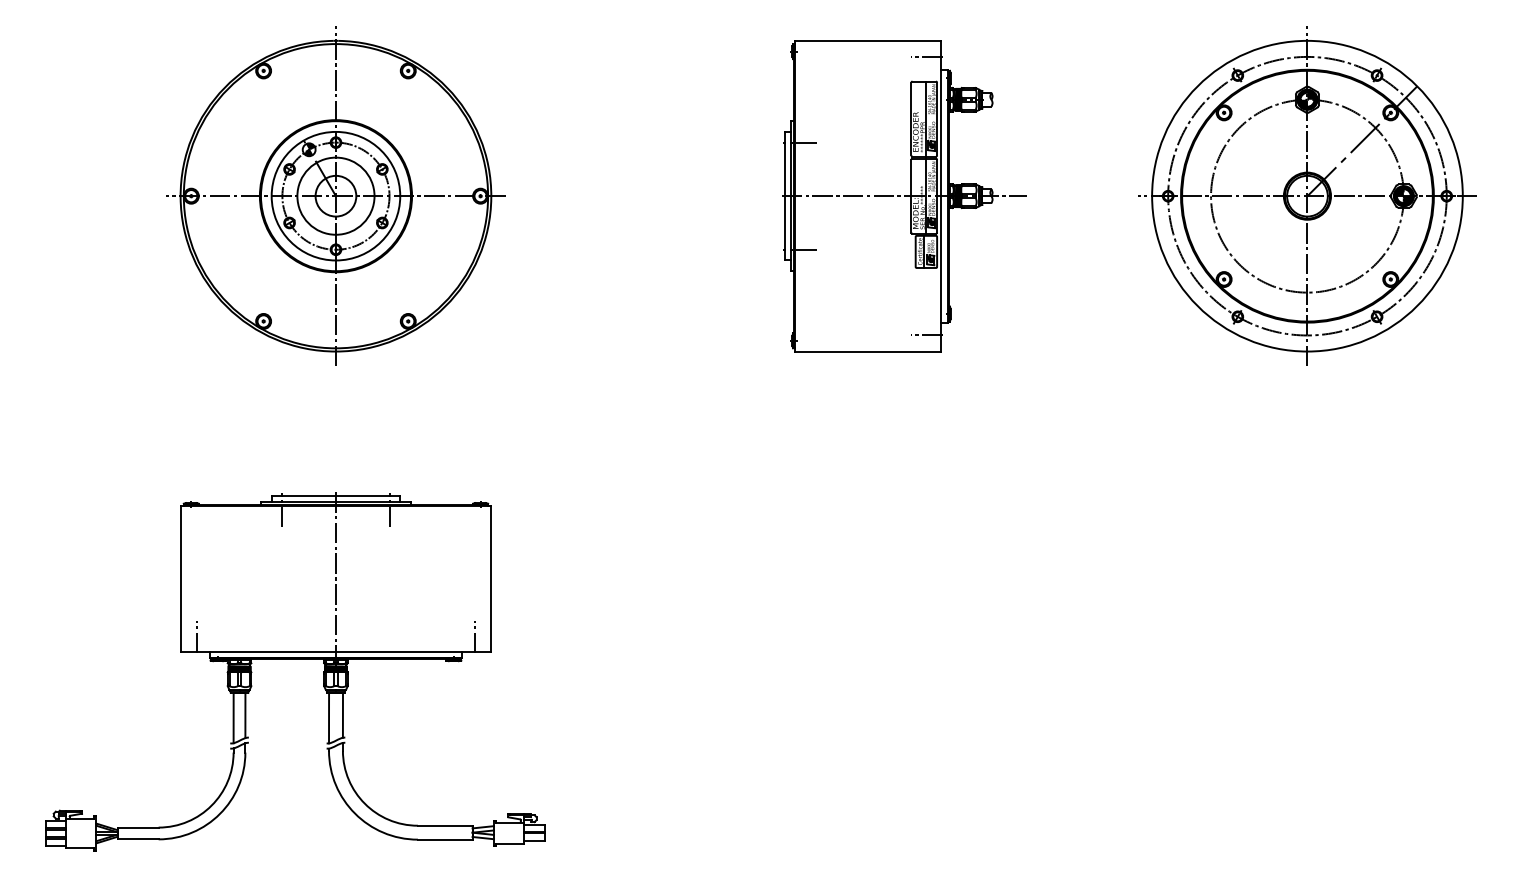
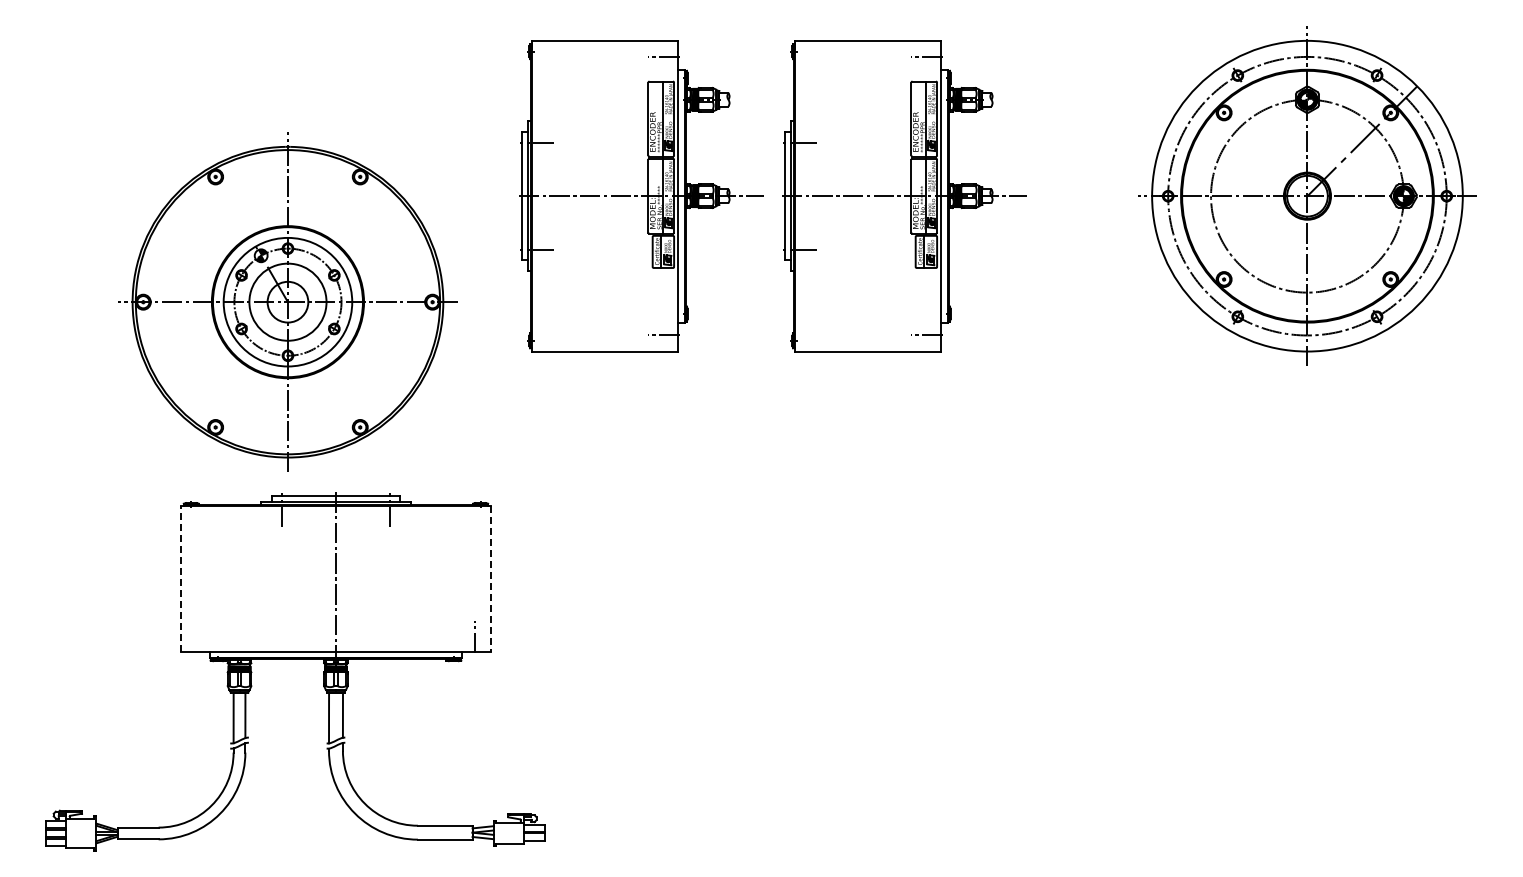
part at (335, 195) position: (335, 195) -> (287, 301)
part at (641, 196): none -> present
line at (180, 578): solid -> dashed
line at (491, 579): solid -> dashed
line at (196, 637): present -> none
